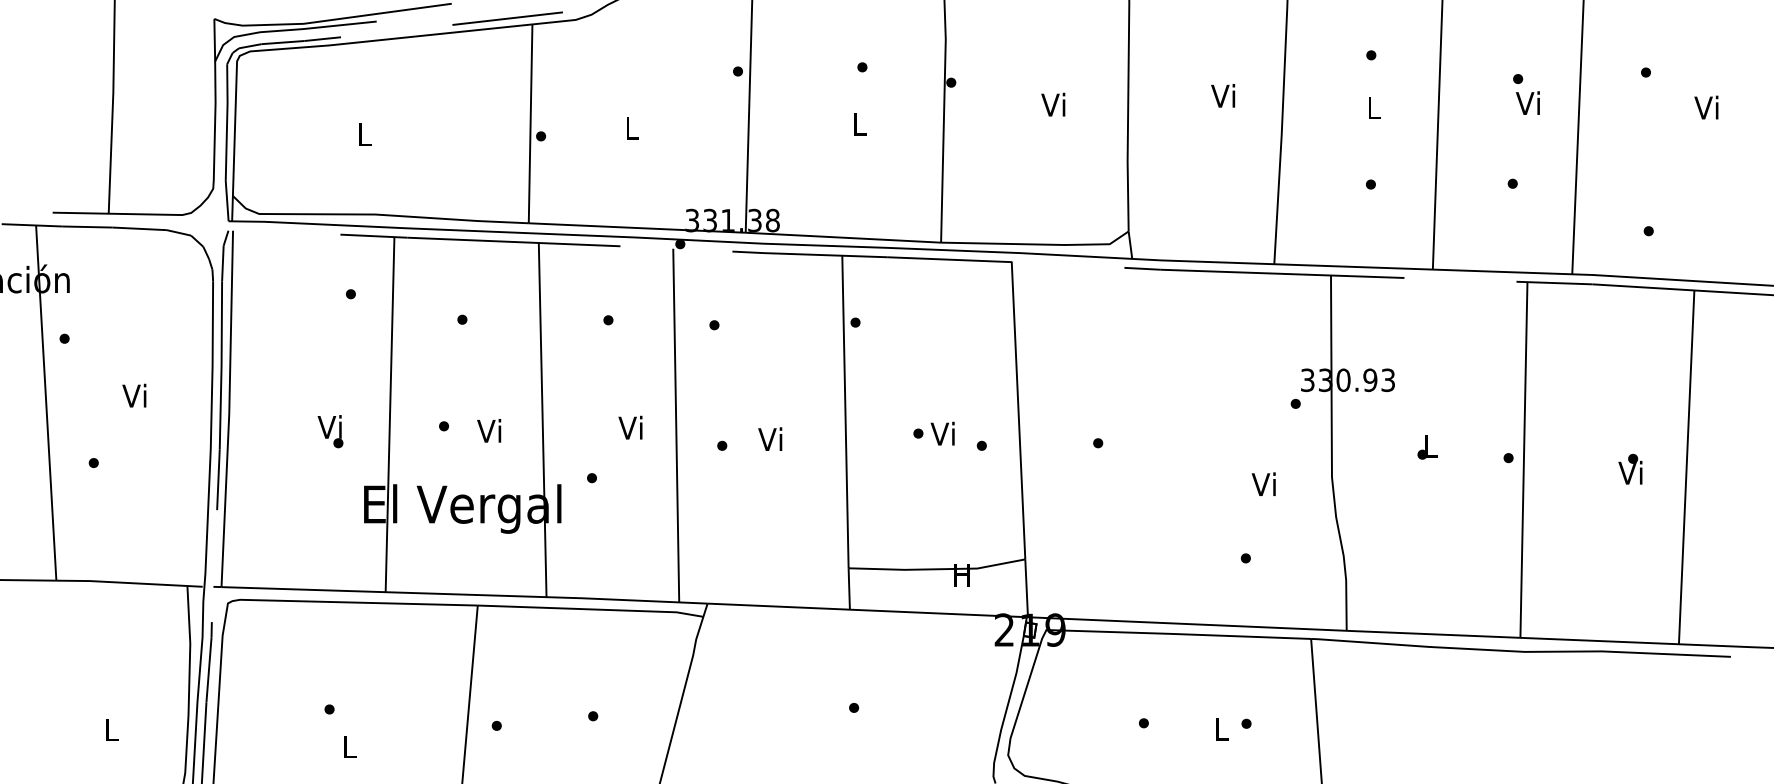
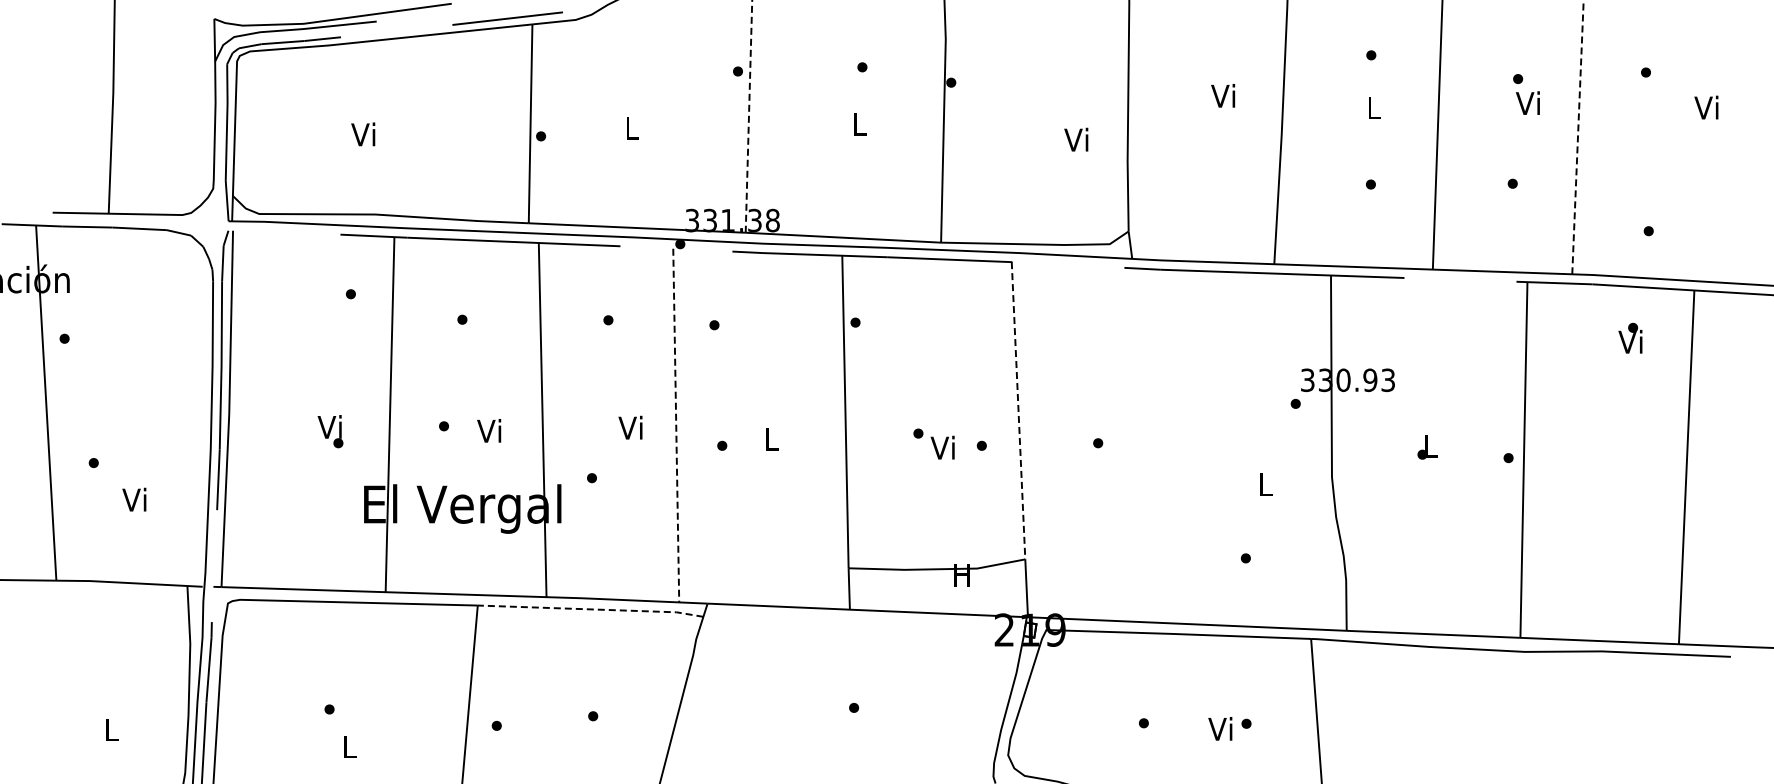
text at (1053, 104) position: (1053, 104) -> (1076, 139)
line at (748, 116): solid -> dashed
text at (363, 134): L -> Vi
line at (1577, 137): solid -> dashed
text at (134, 395) position: (134, 395) -> (134, 499)
line at (1018, 410): solid -> dashed
line at (676, 425): solid -> dashed
text at (942, 433) position: (942, 433) -> (942, 447)
text at (770, 438): Vi -> L
text at (1630, 468) position: (1630, 468) -> (1630, 337)
text at (1263, 484): Vi -> L
line at (591, 609): solid -> dashed
text at (1220, 728): L -> Vi
